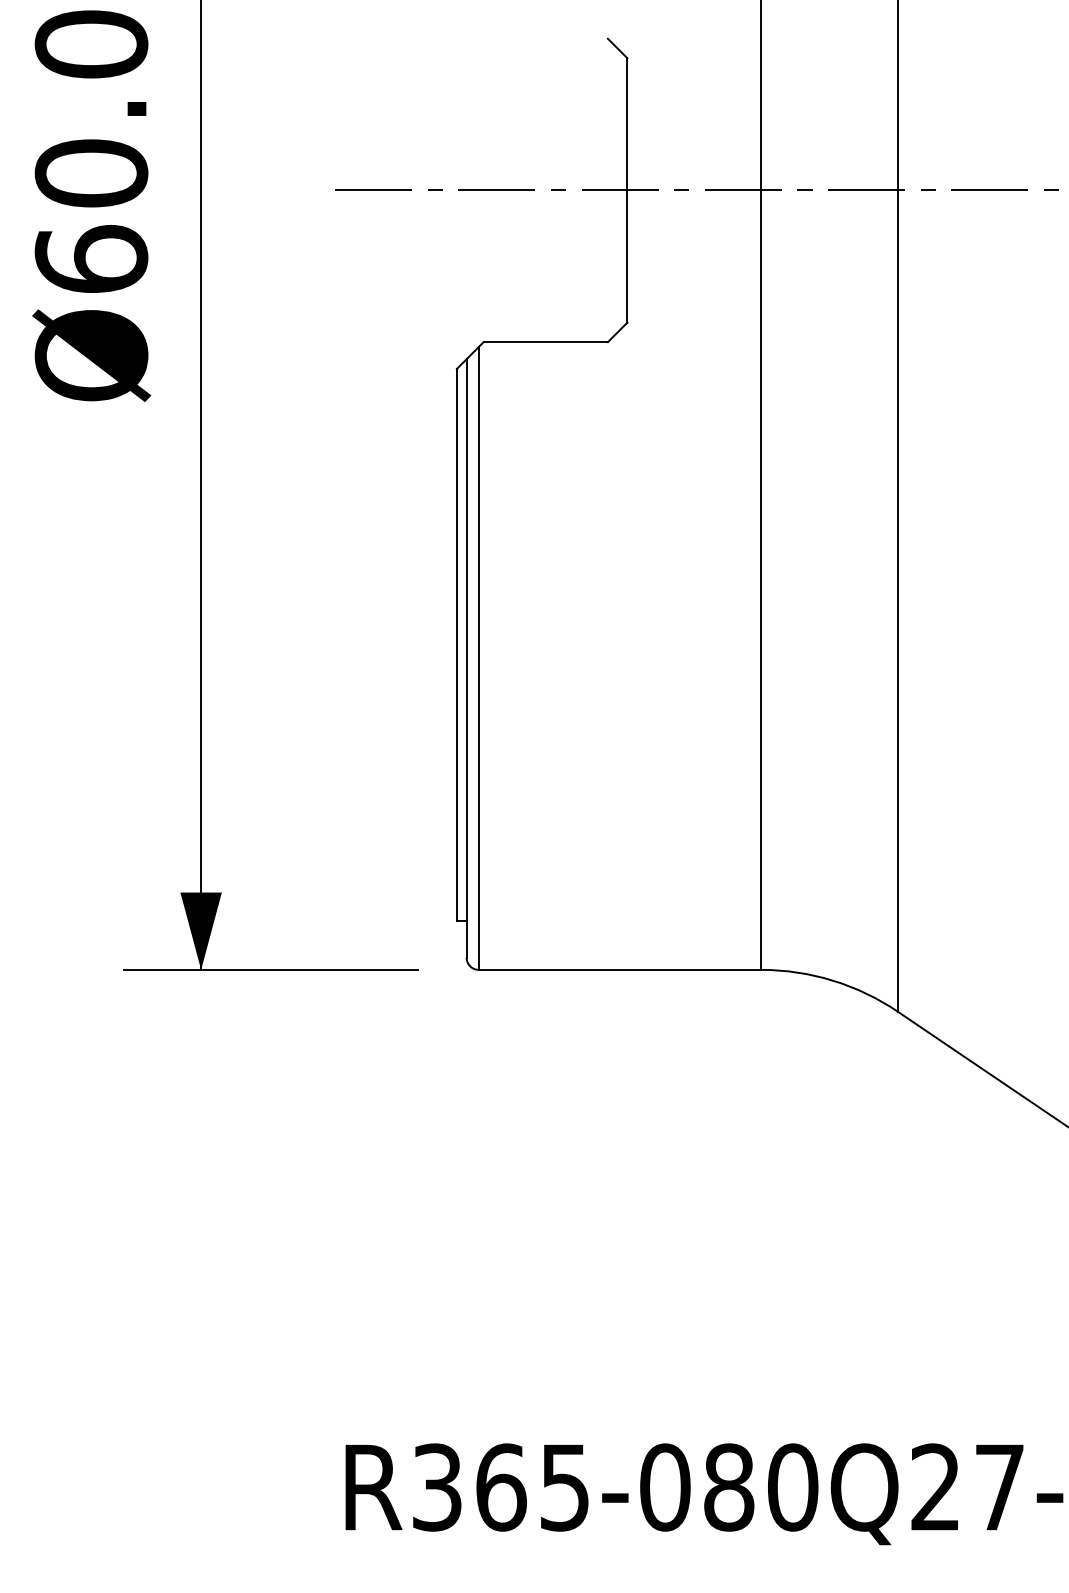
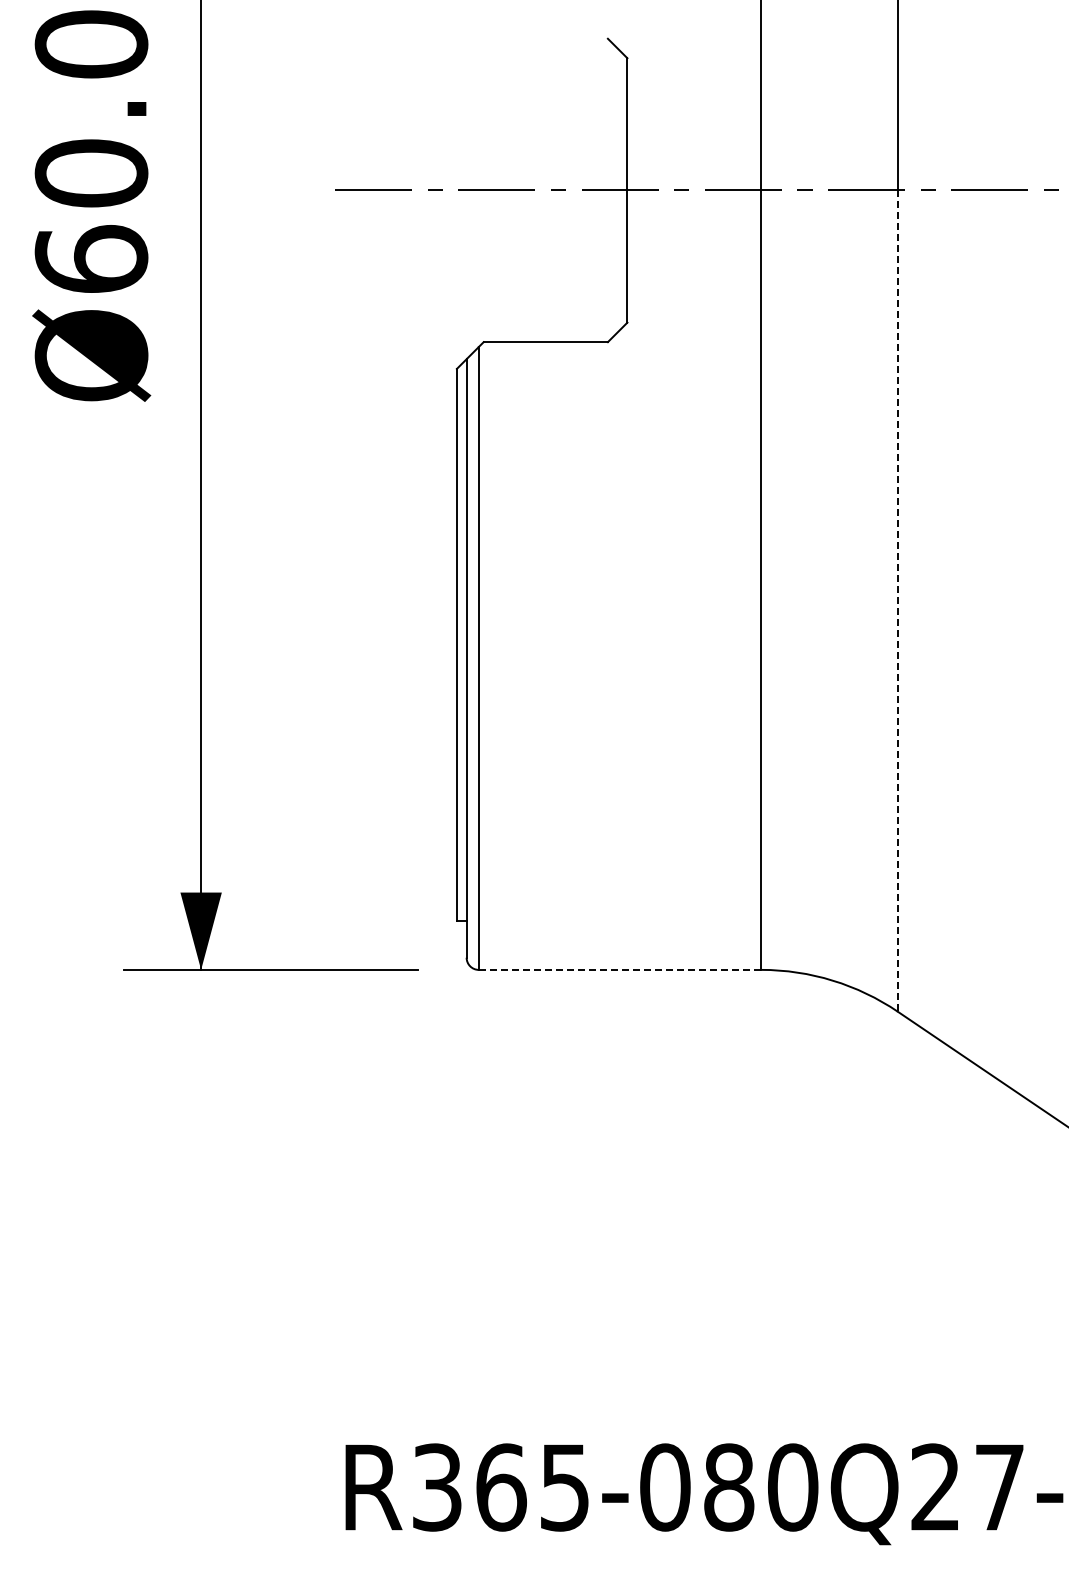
line at (897, 601): solid -> dashed
line at (620, 969): solid -> dashed
